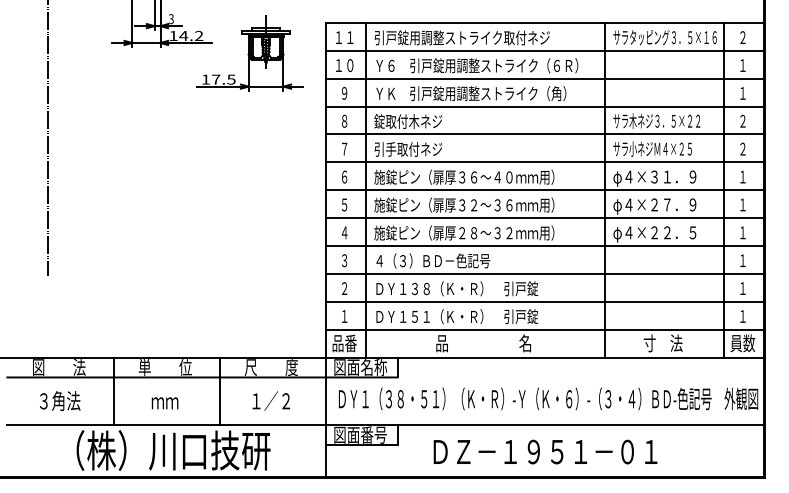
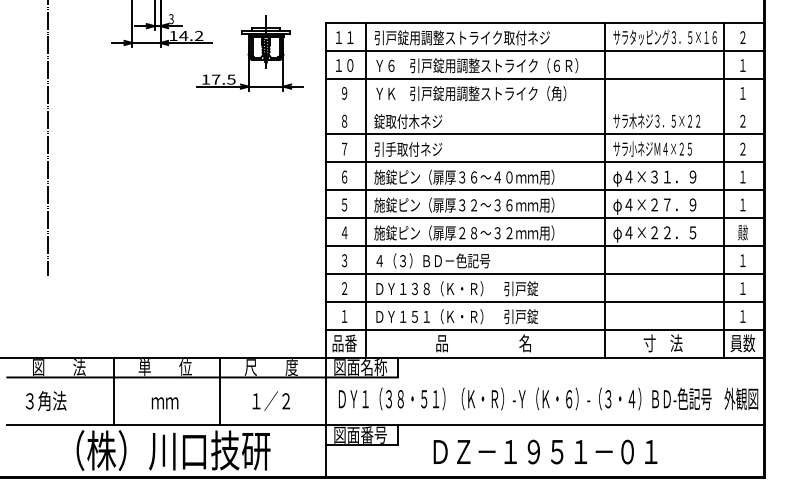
line at (544, 106): present -> none
text at (742, 232): １ -> 員数
text at (60, 400) position: (60, 400) -> (46, 400)
